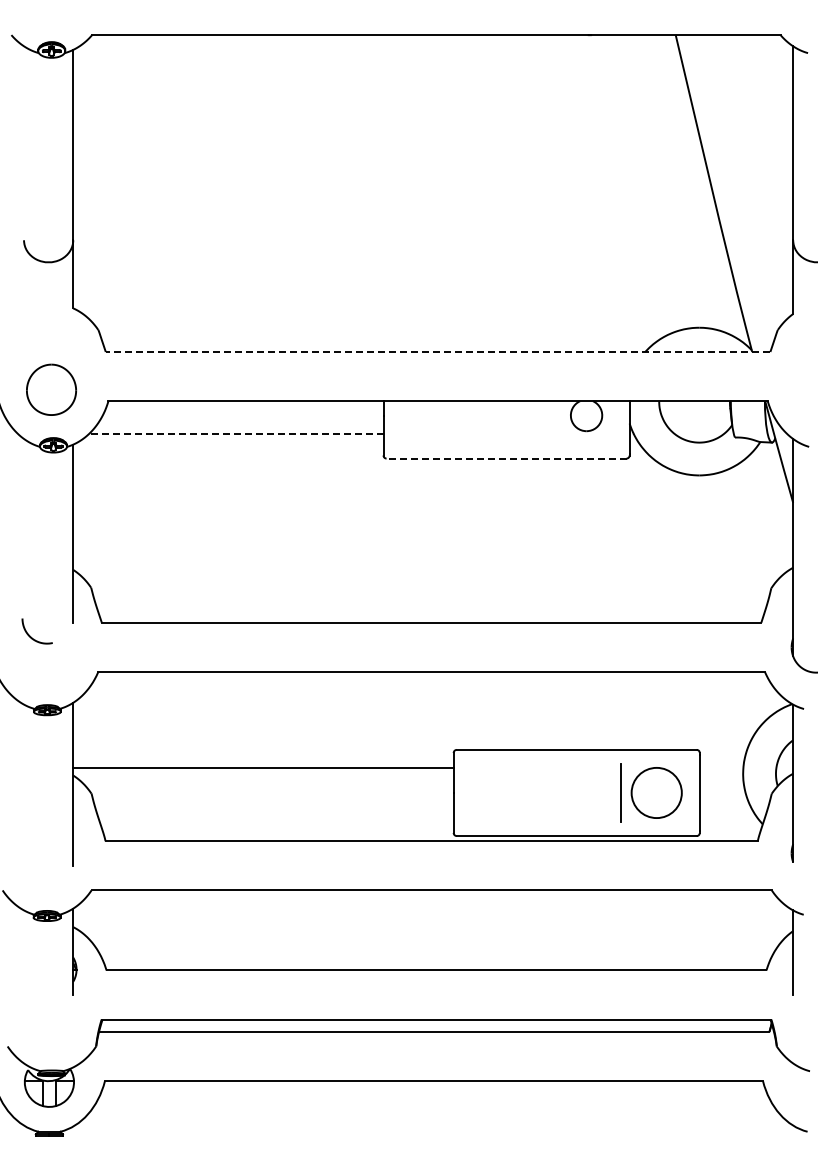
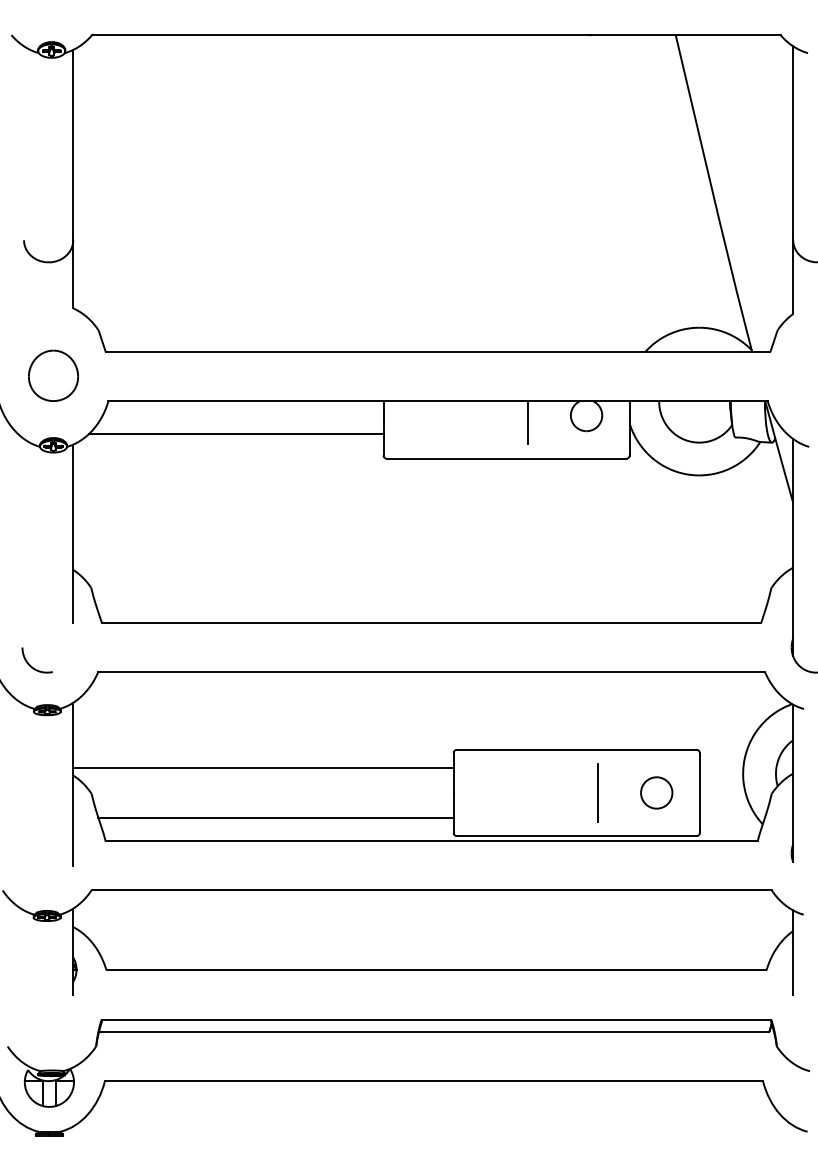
line at (437, 352): dashed -> solid
part at (51, 389) position: (51, 389) -> (53, 375)
line at (528, 422): none -> present
line at (235, 434): dashed -> solid
line at (506, 458): dashed -> solid
curve at (31, 636) position: (31, 636) -> (31, 665)
line at (620, 792) position: (620, 792) -> (597, 792)
circle at (656, 792) diameter: 50 px -> 31 px
line at (275, 817): none -> present
